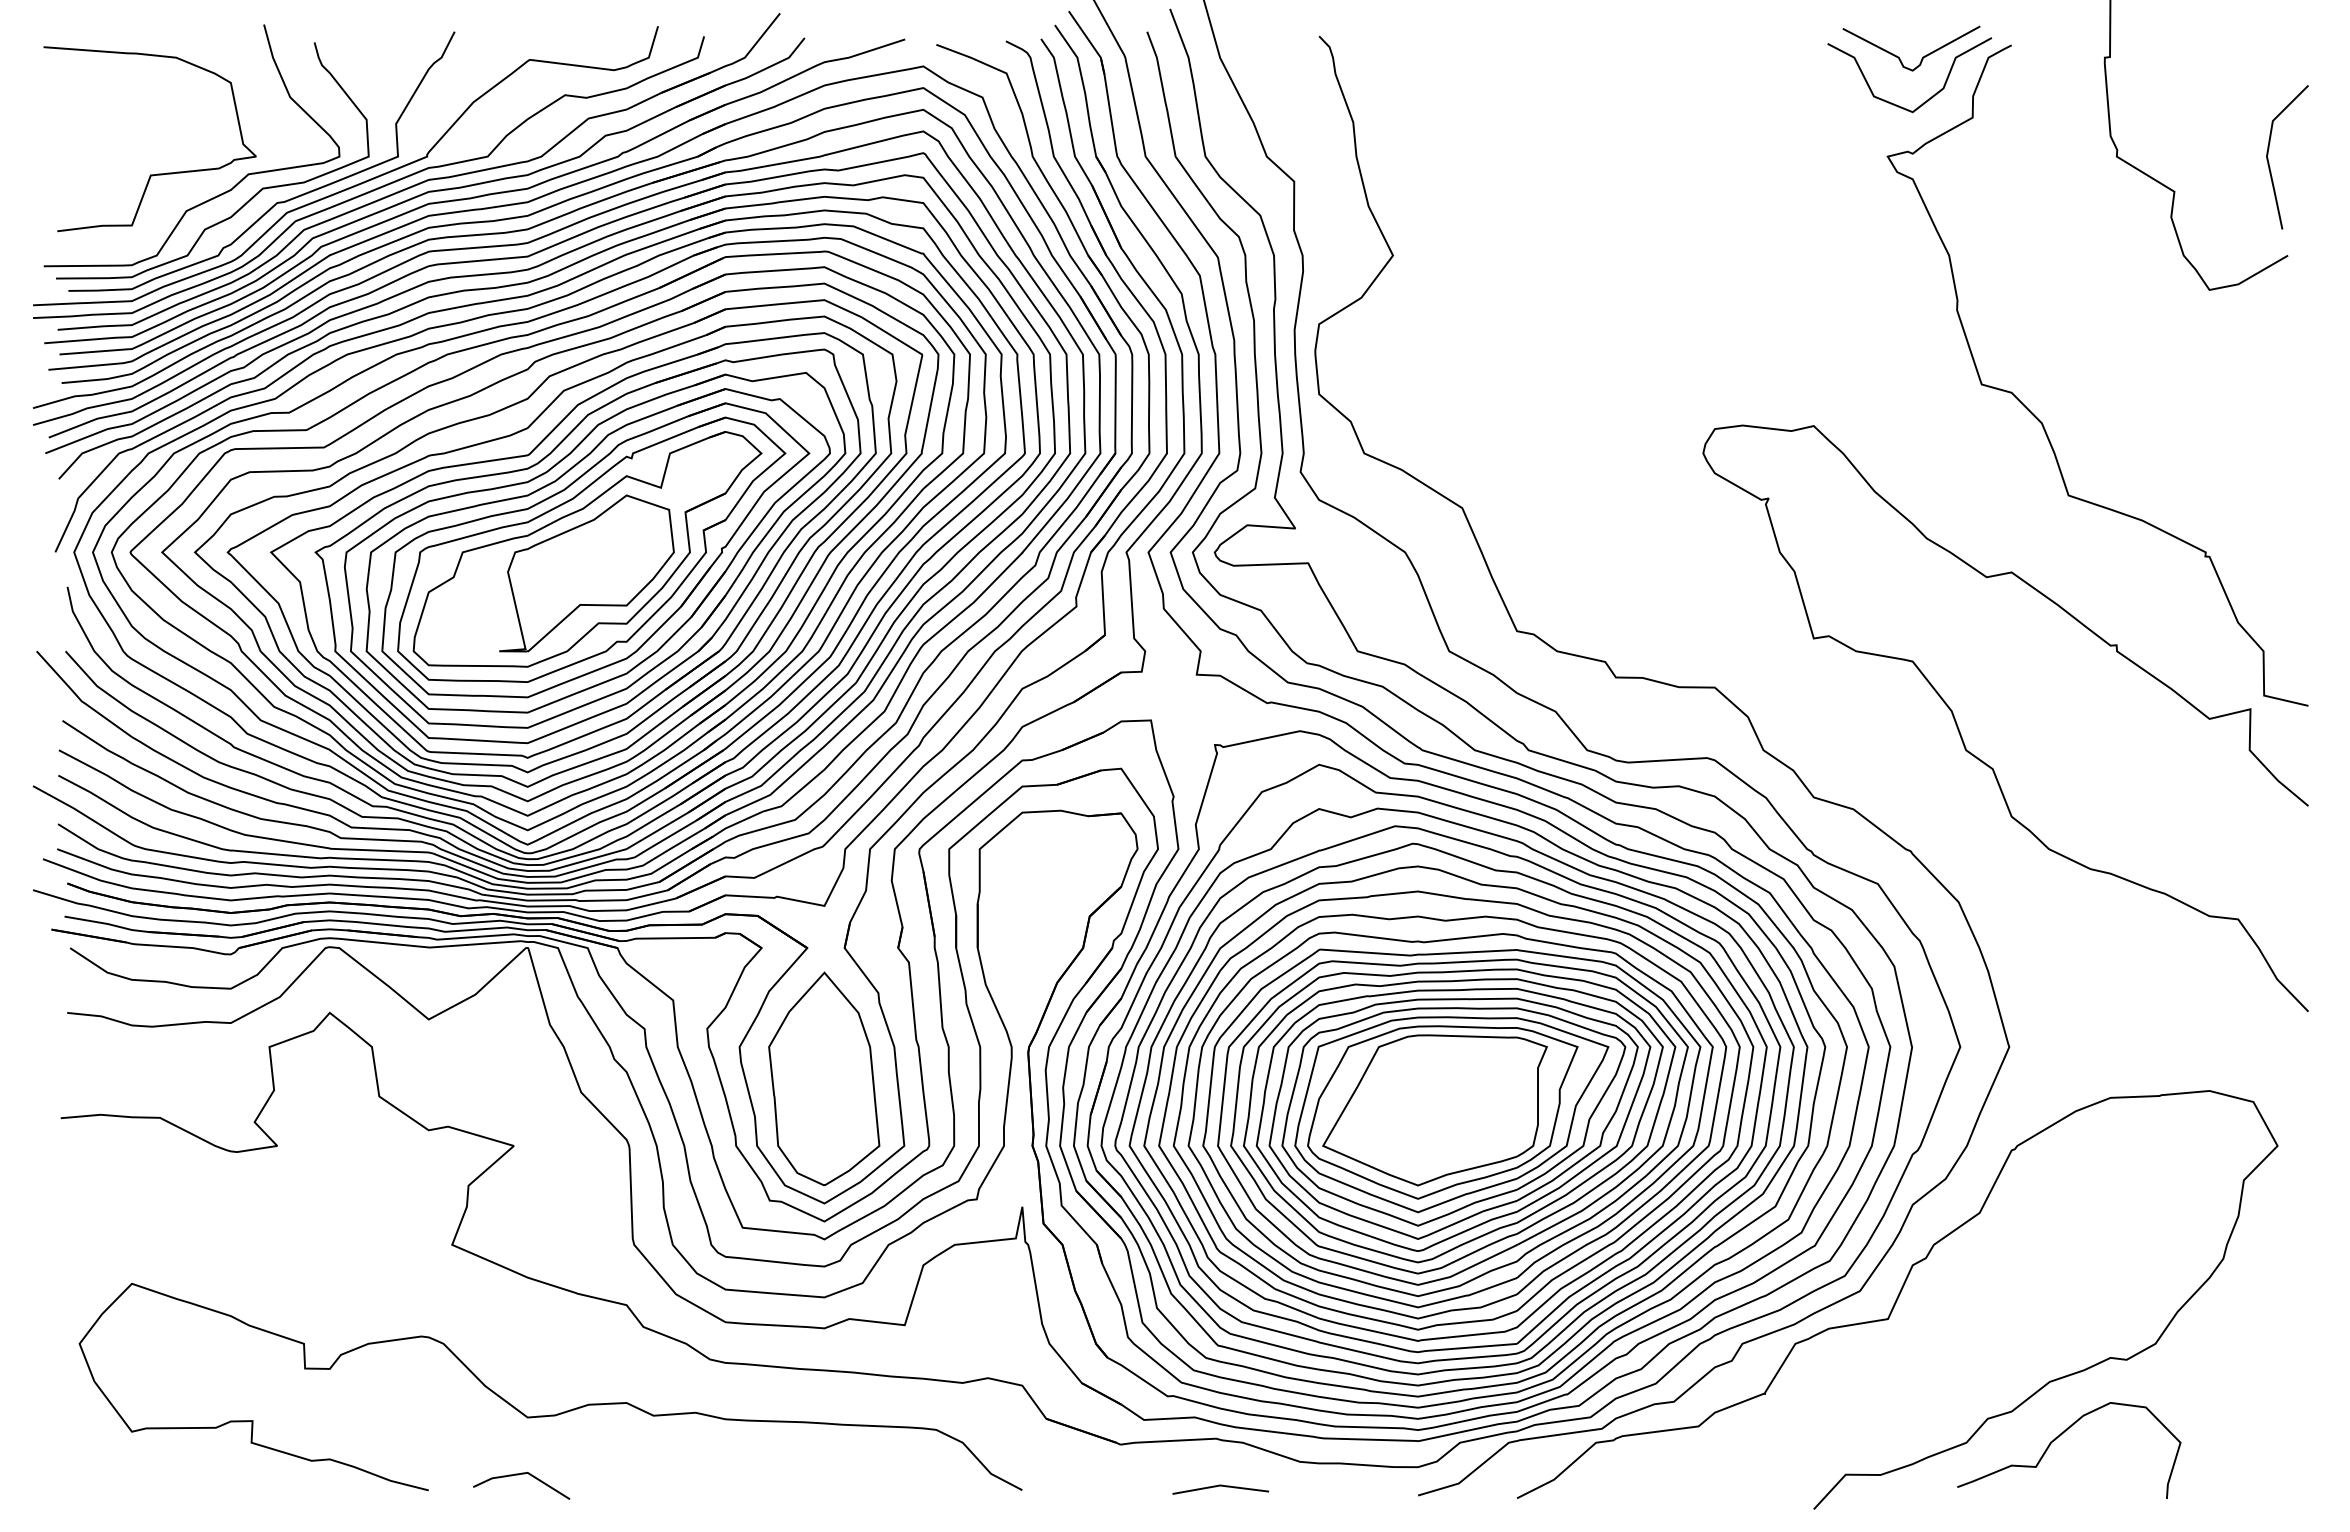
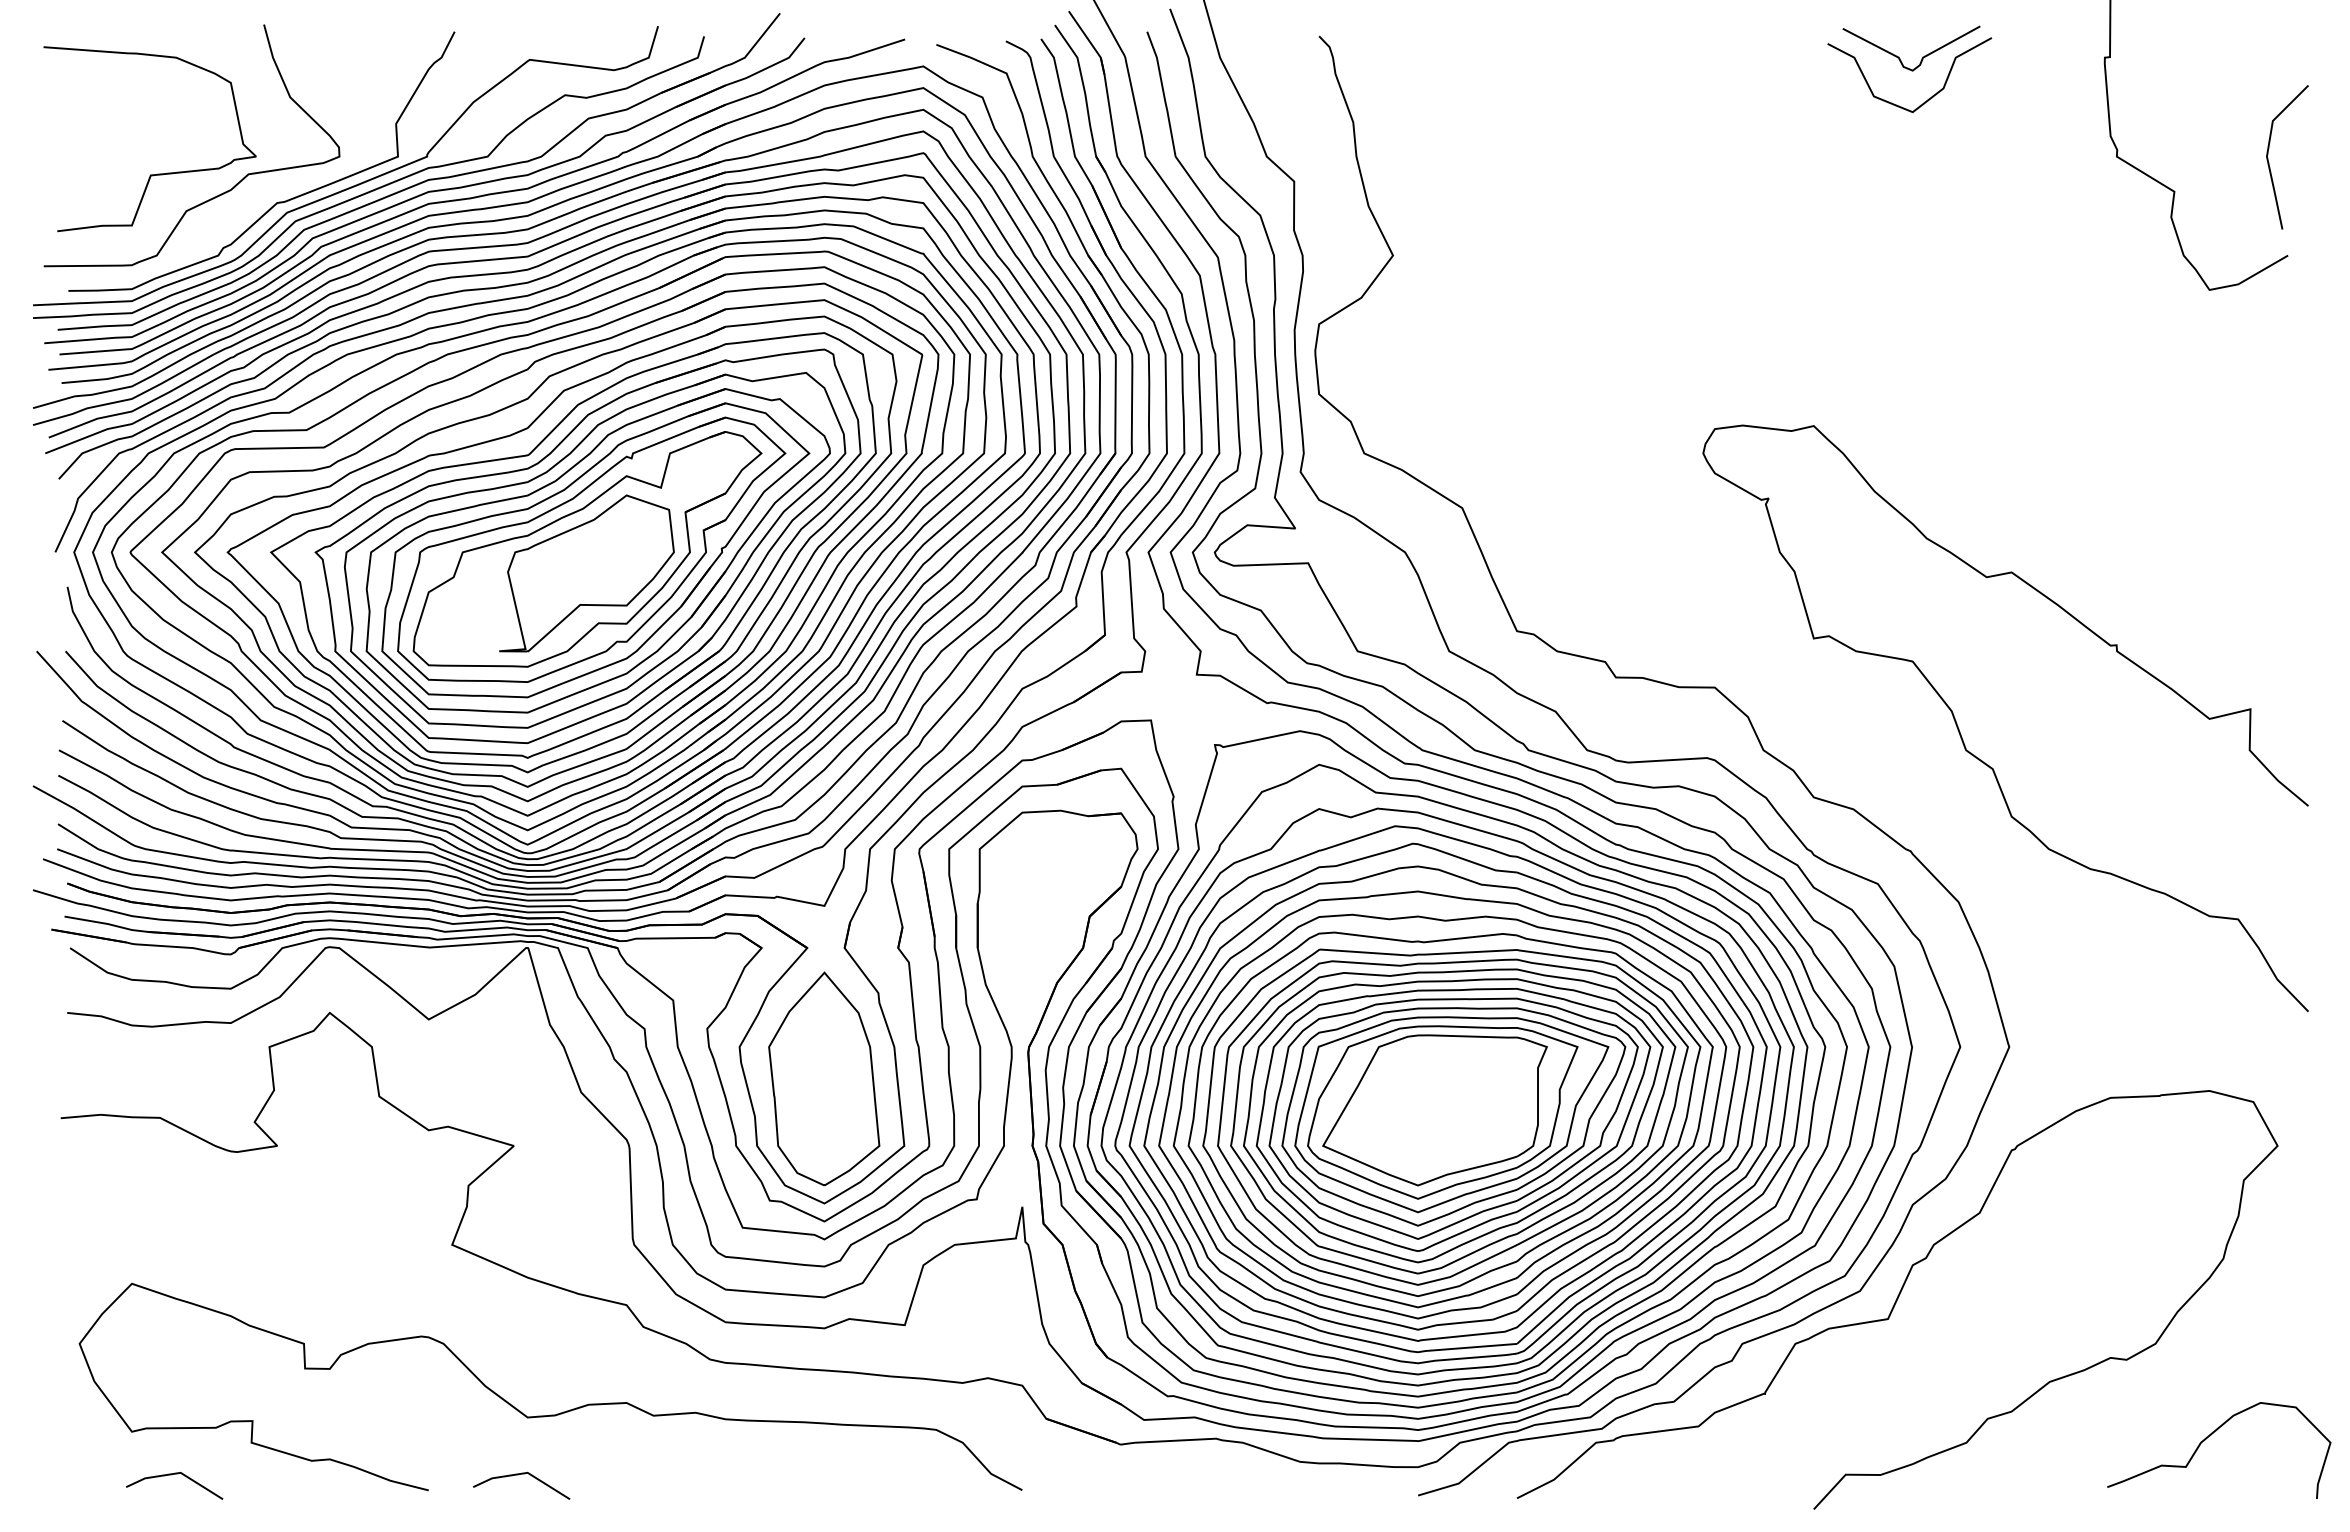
curve at (245, 202): present -> none
curve at (2042, 422): present -> none
curve at (2060, 1436) position: (2060, 1436) -> (2210, 1436)
line at (171, 1475): none -> present
line at (1220, 1486): present -> none
